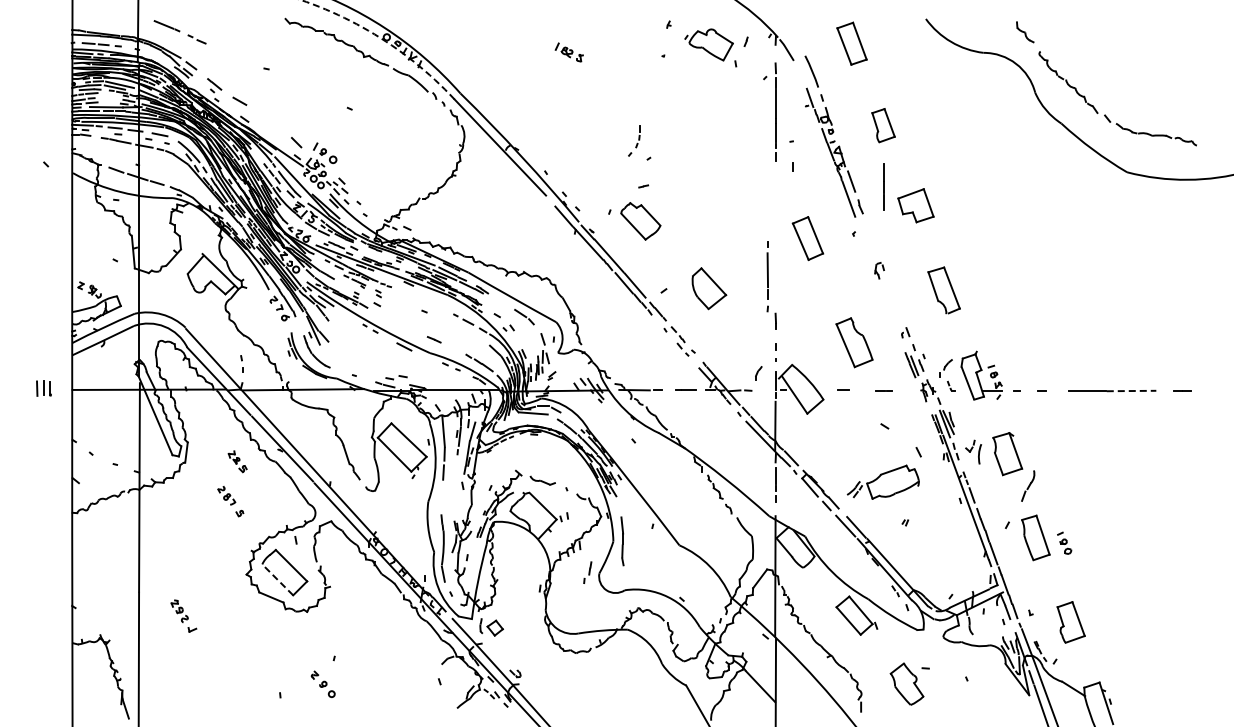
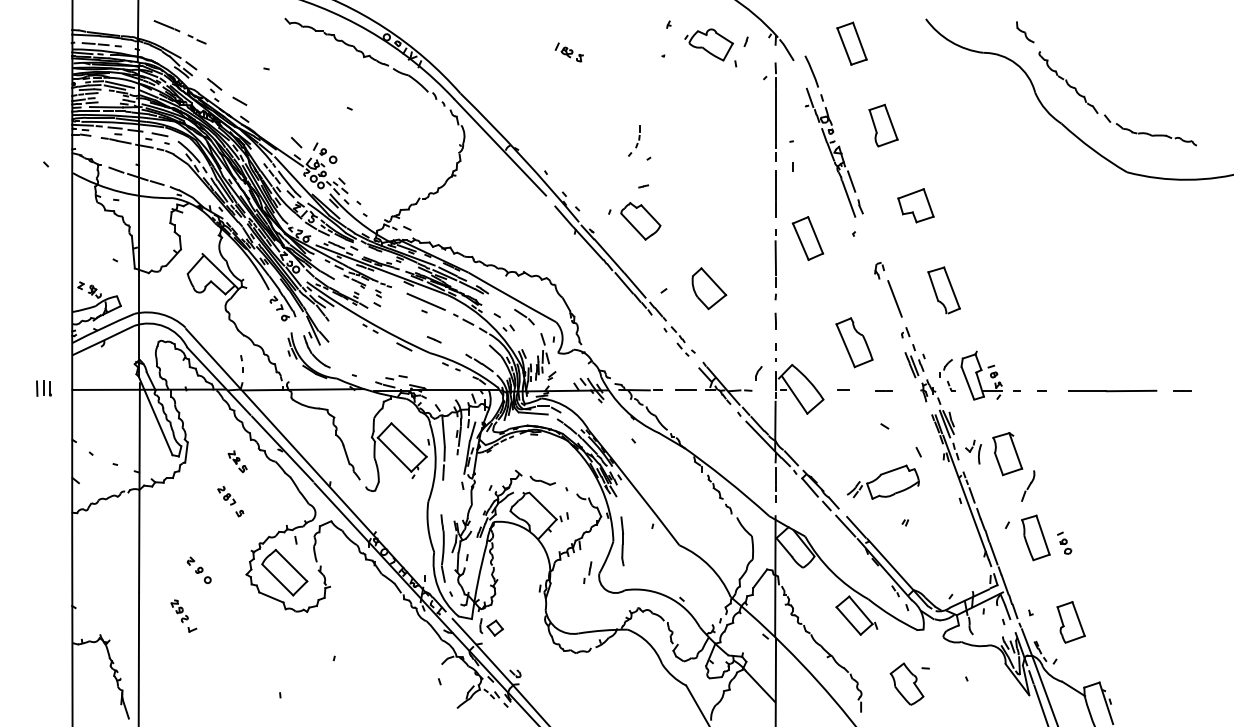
arc at (382, 39): dashed -> solid
part at (883, 125) size: 25x36 px -> 31x45 px
line at (883, 186) position: (883, 186) -> (775, 193)
line at (767, 276) position: (767, 276) -> (775, 264)
line at (894, 298): none -> present
line at (425, 301): none -> present
line at (1131, 391): dashed -> solid
line at (277, 579): dashed -> solid
part at (322, 683) position: (322, 683) -> (198, 569)
